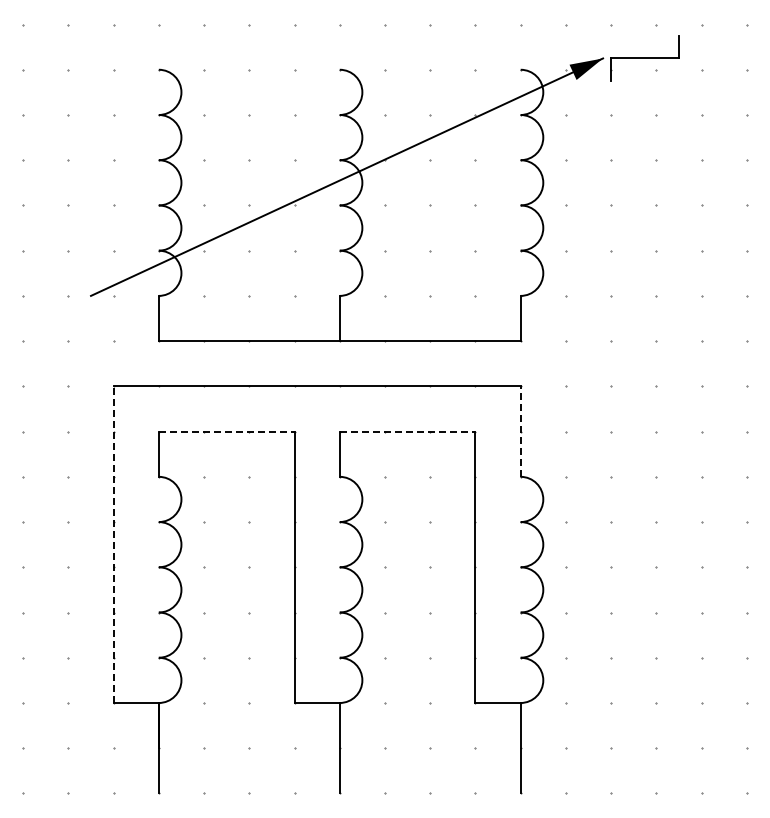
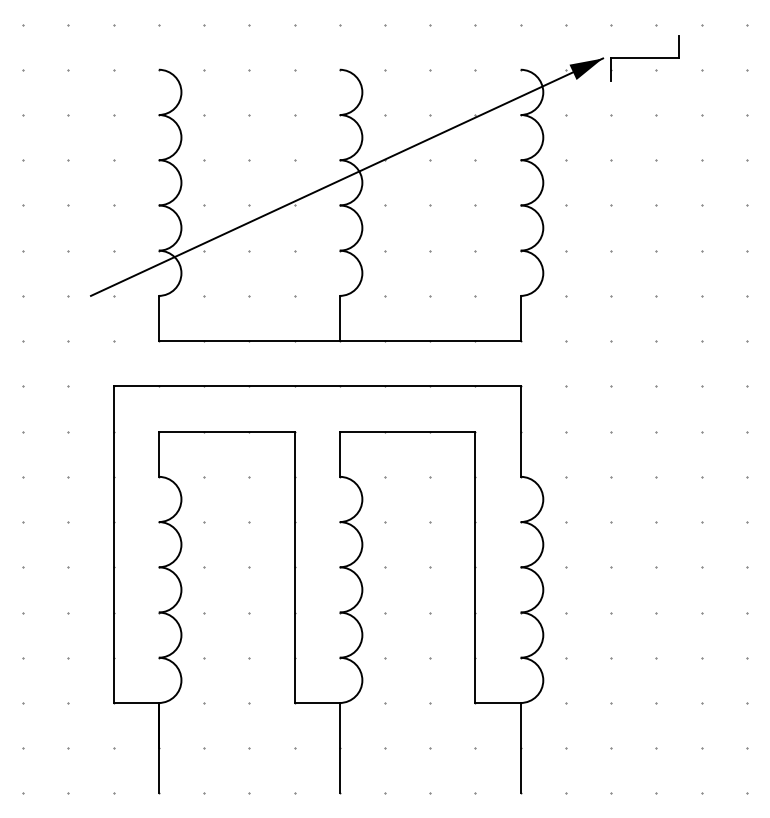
line at (226, 431): dashed -> solid
line at (407, 431): dashed -> solid
line at (520, 431): dashed -> solid
line at (113, 544): dashed -> solid
